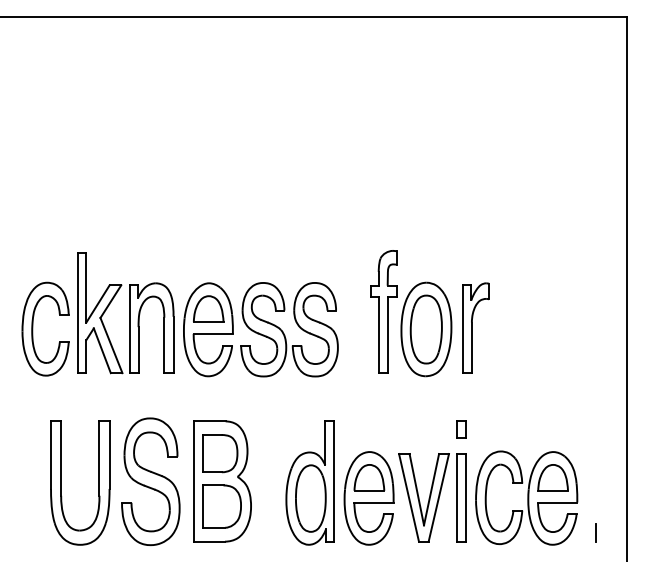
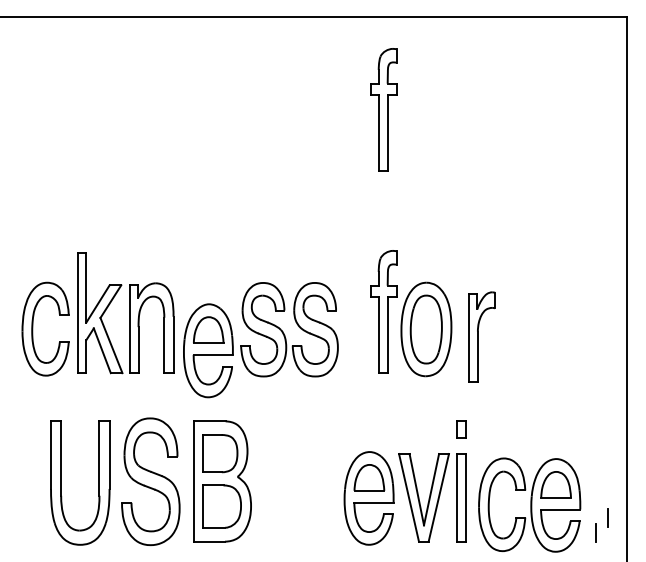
part at (383, 109): none -> present
part at (475, 327) position: (475, 327) -> (481, 336)
part at (208, 329) position: (208, 329) -> (208, 350)
part at (309, 482): present -> none
part at (526, 497) position: (526, 497) -> (529, 504)
line at (607, 517): none -> present
